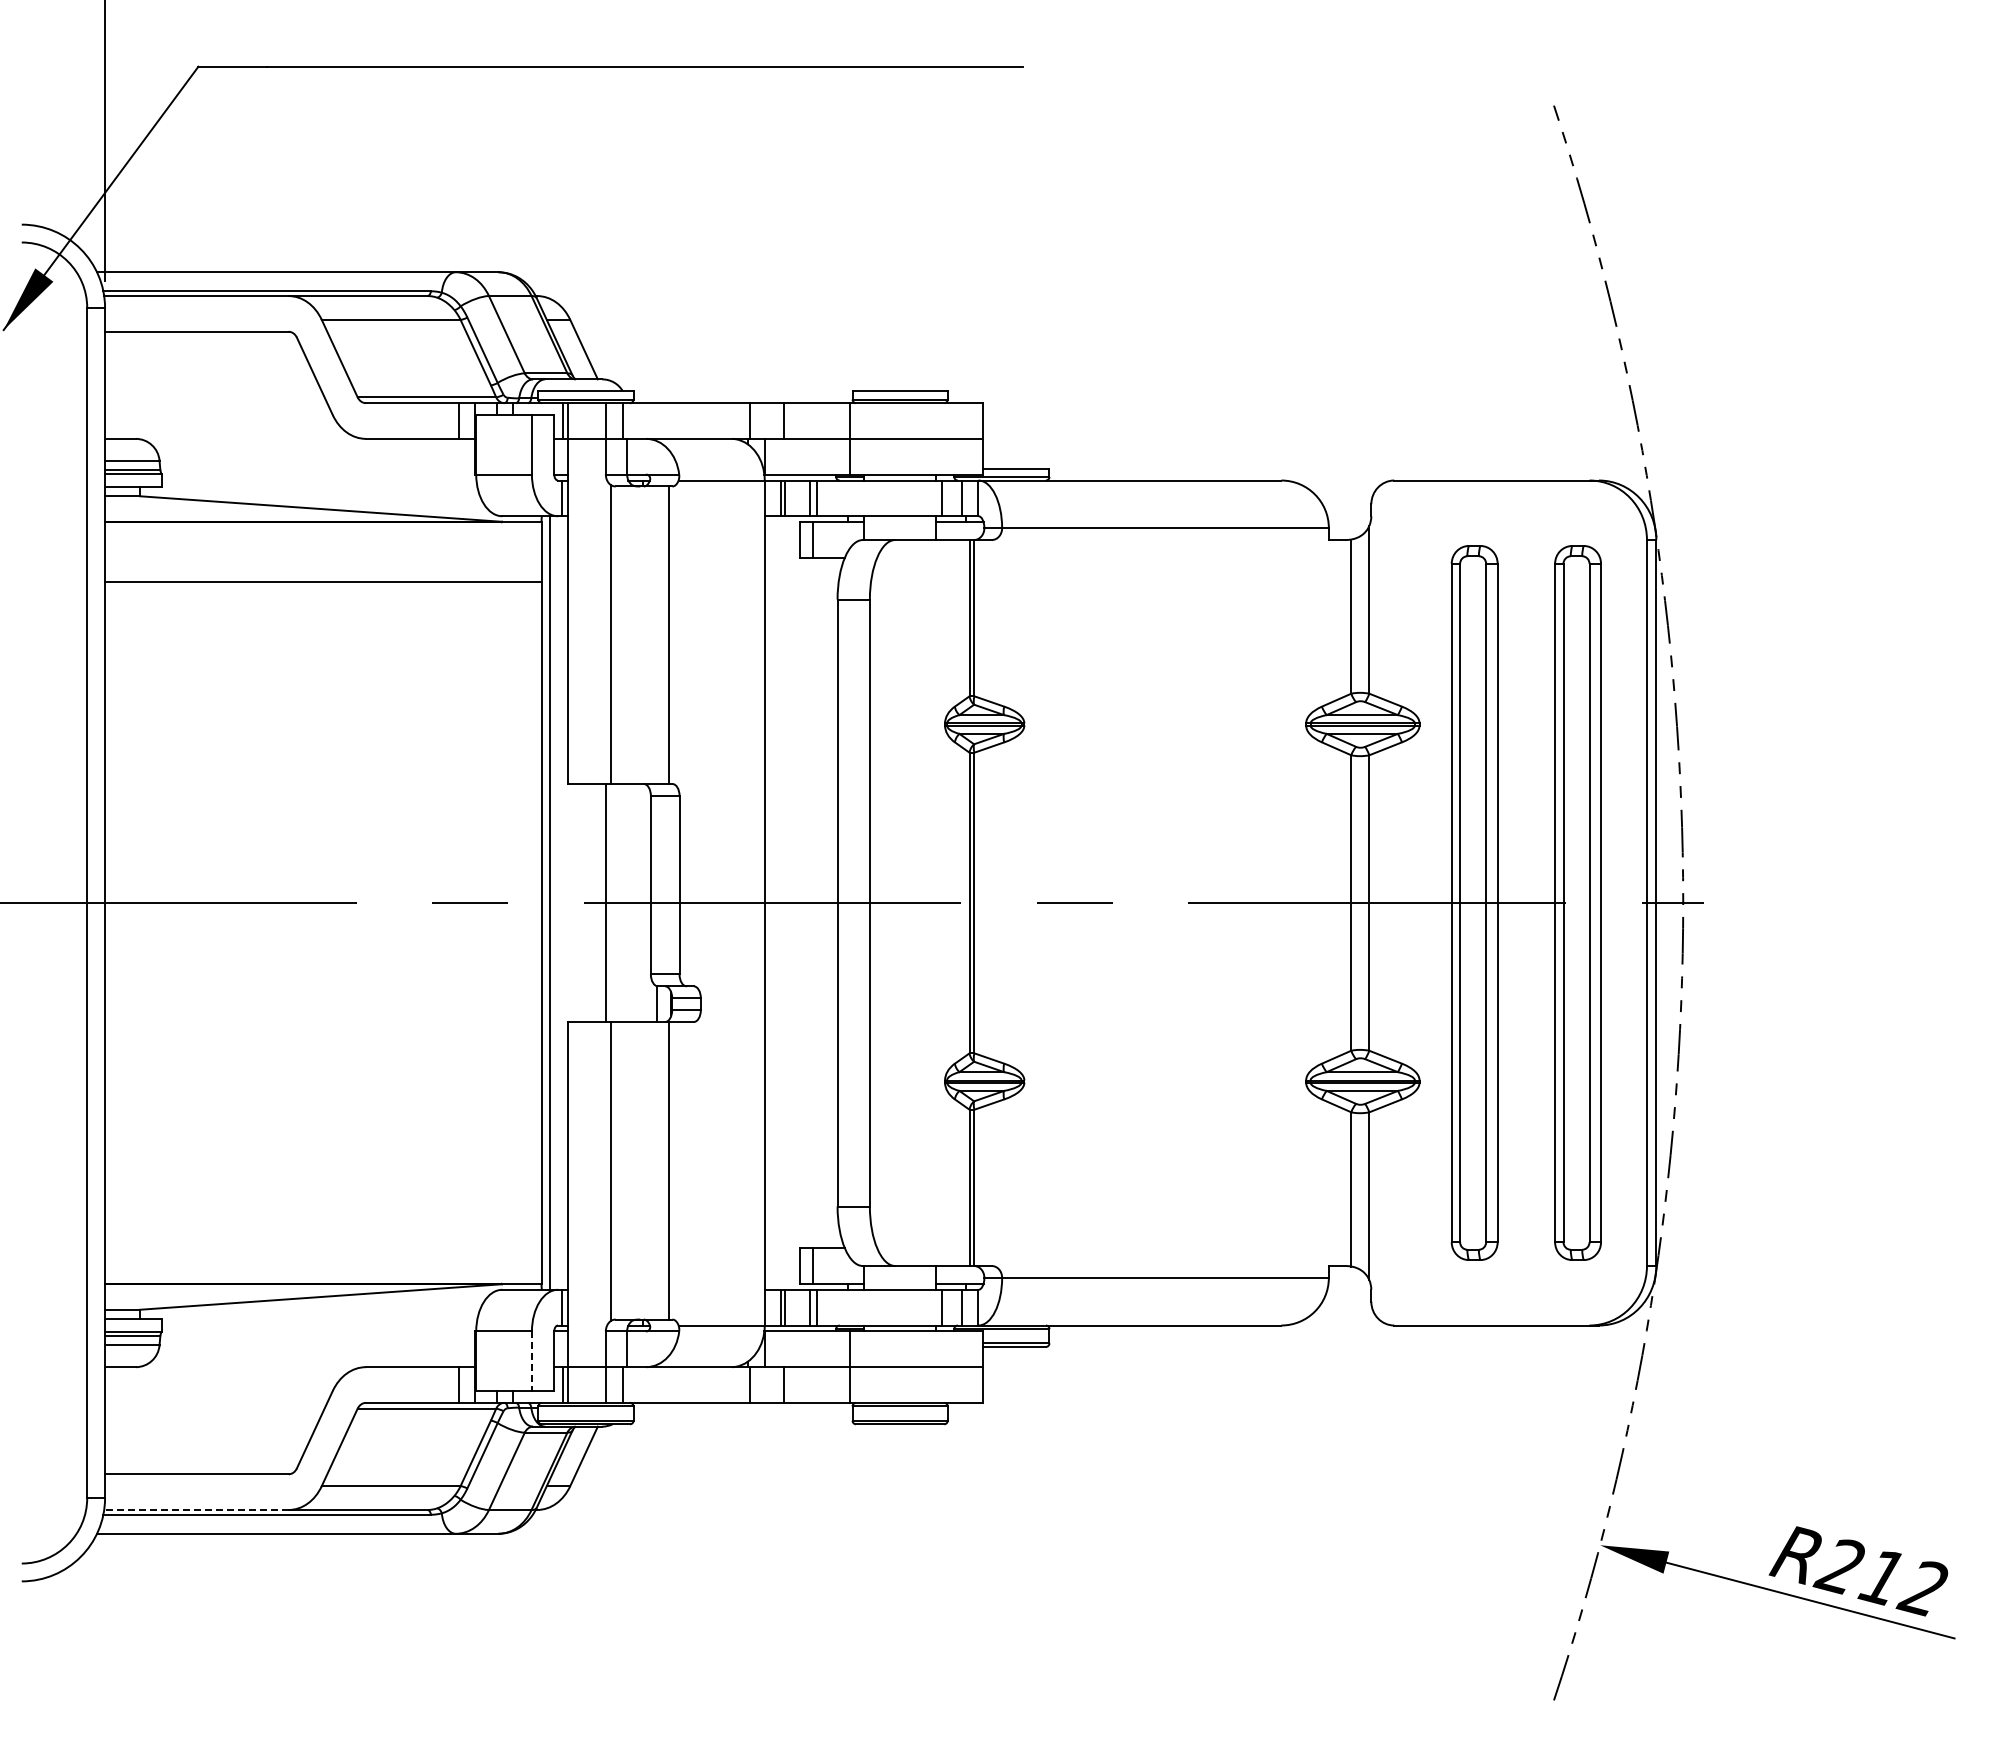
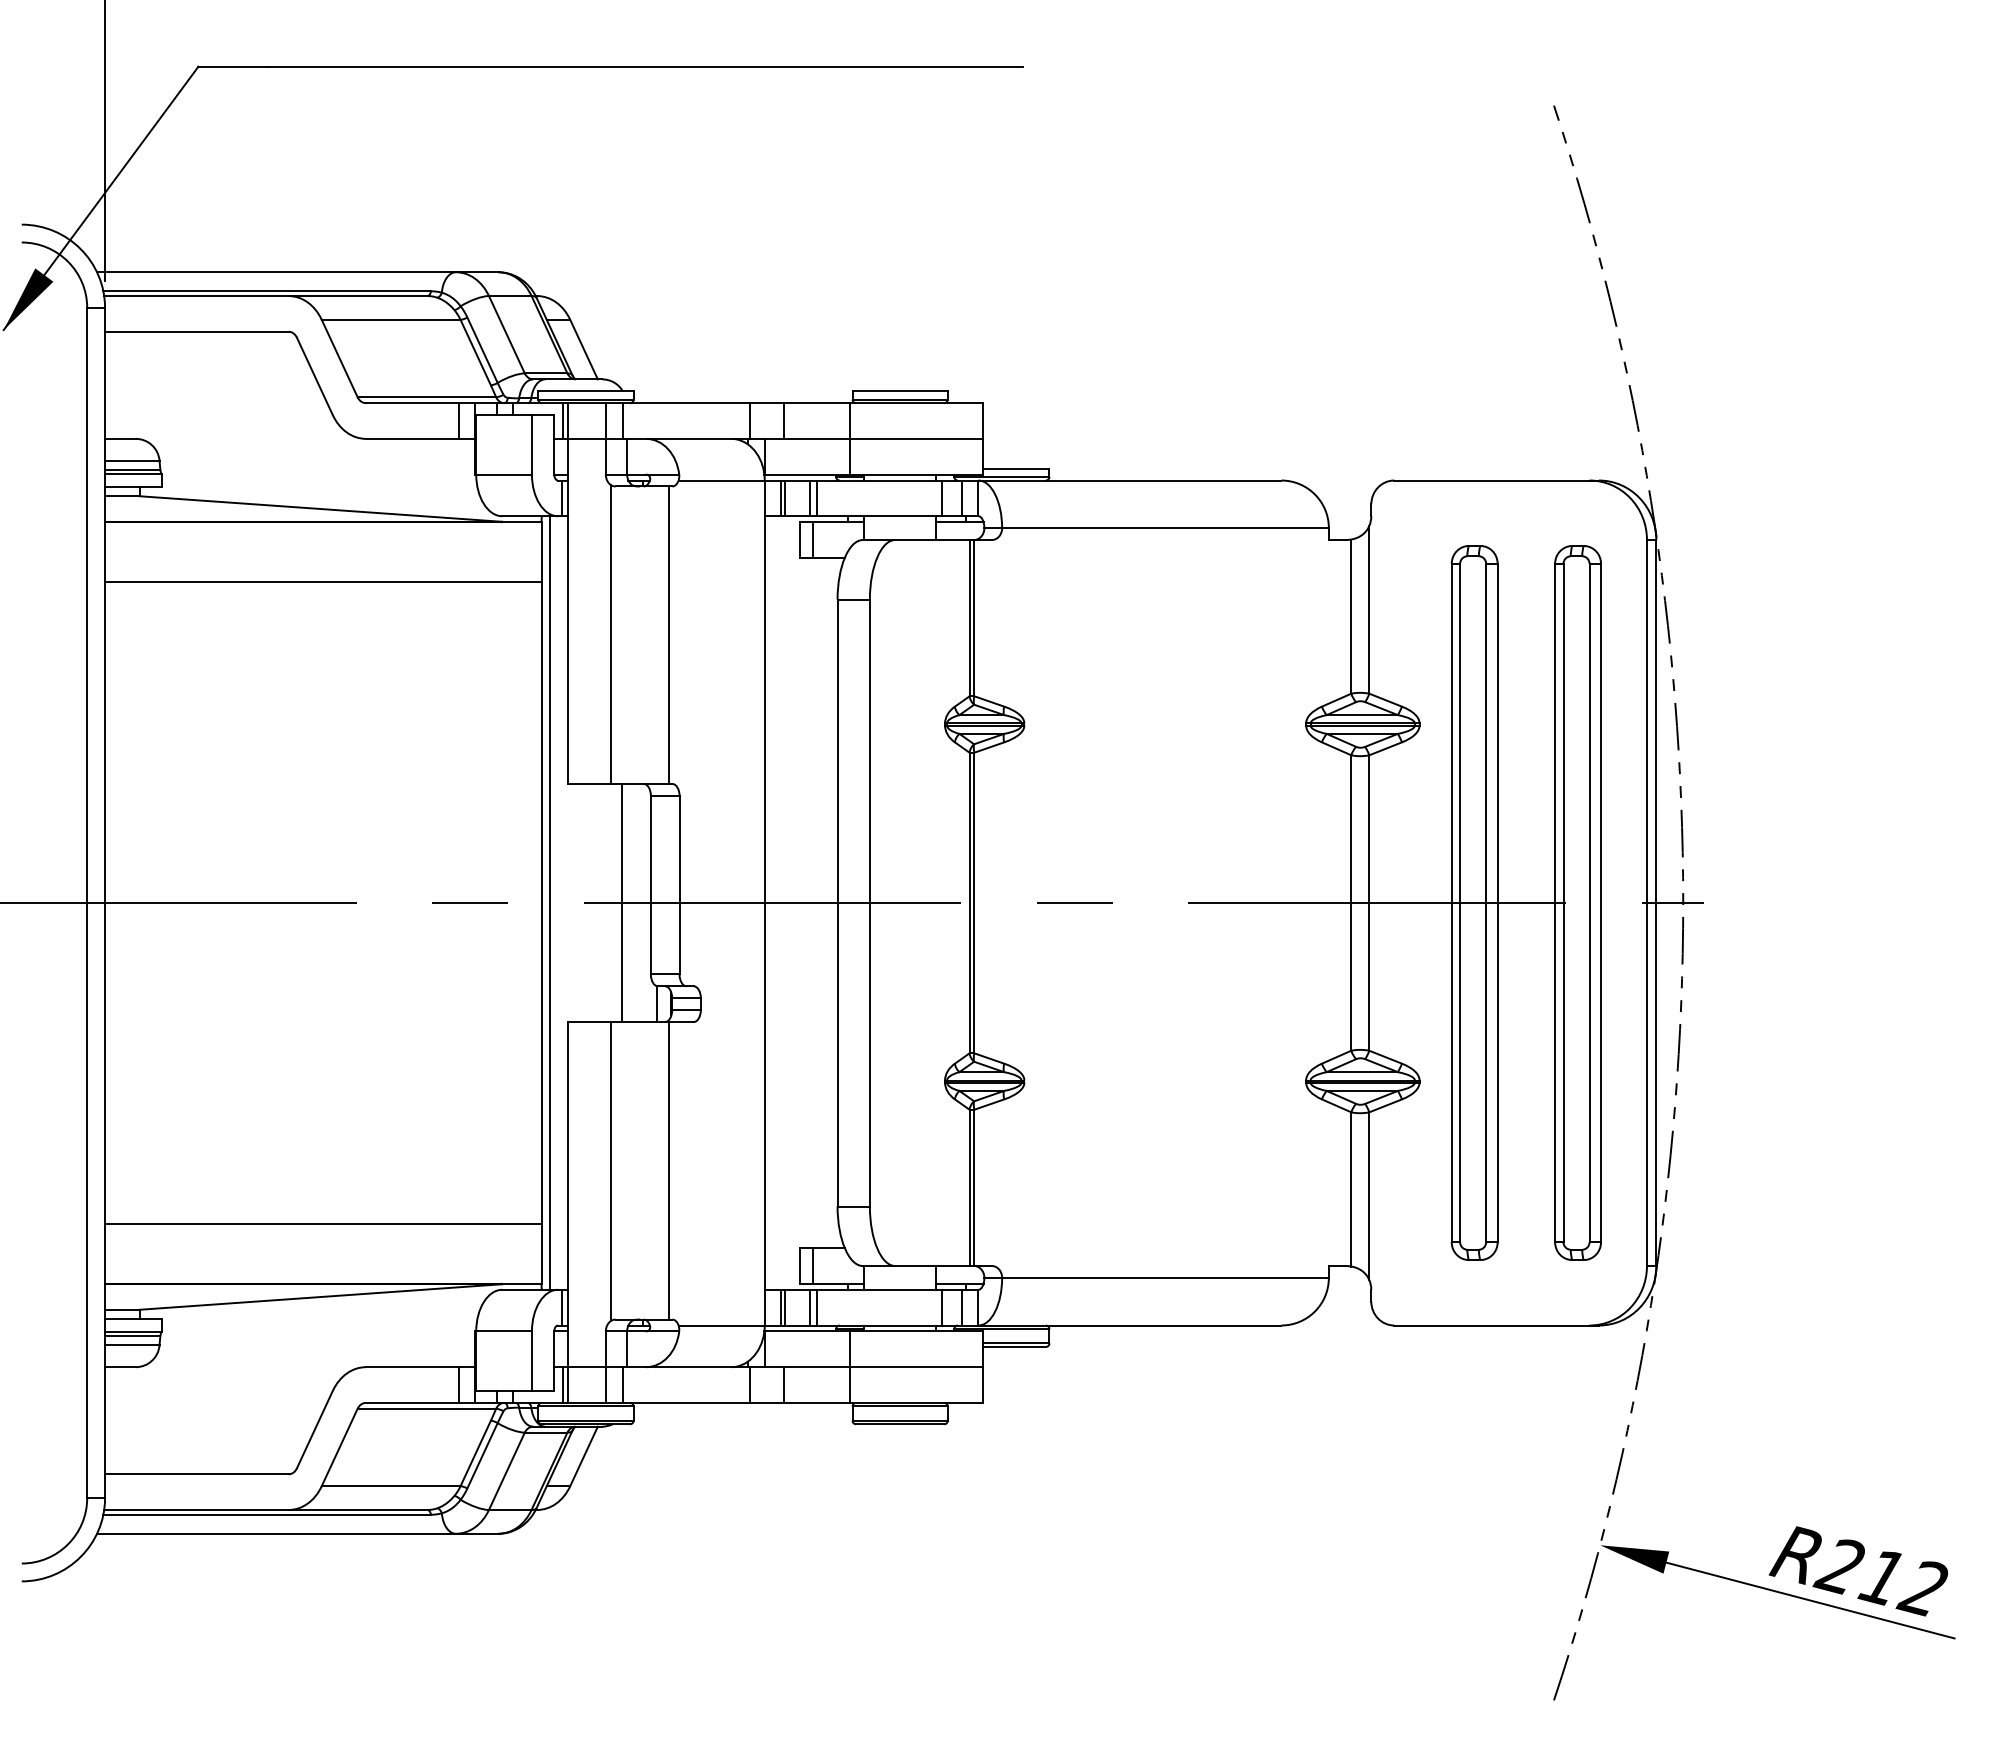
line at (605, 903) position: (605, 903) -> (621, 903)
line at (323, 1224): none -> present
line at (531, 1361): dashed -> solid
line at (195, 1509): dashed -> solid
